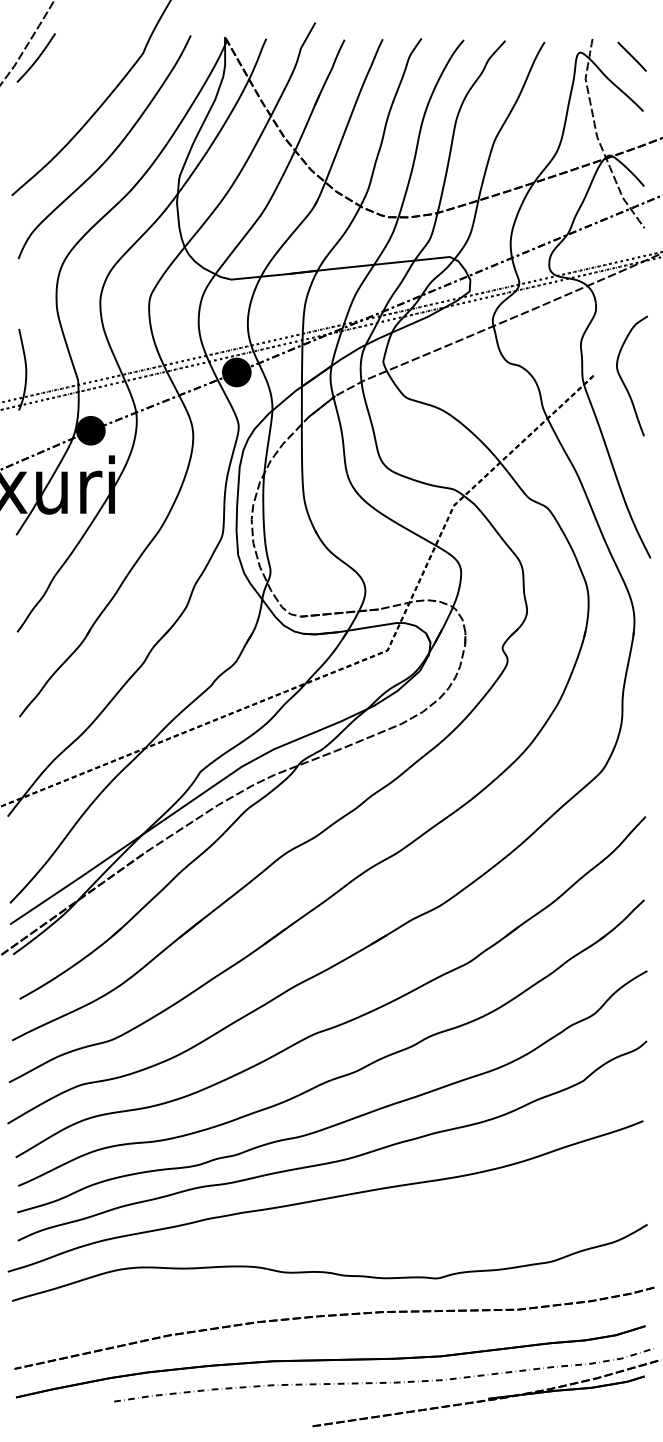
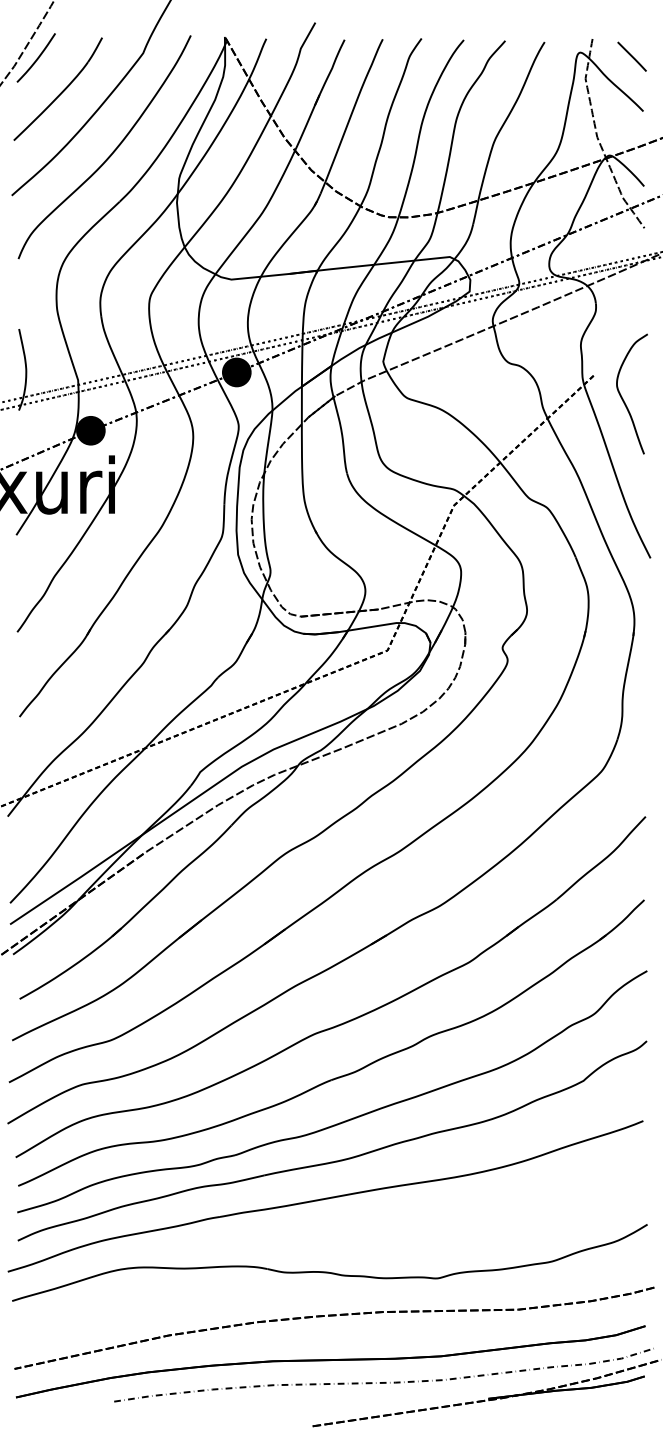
part at (57, 88): none -> present
curve at (623, 380) position: (623, 380) -> (623, 398)
